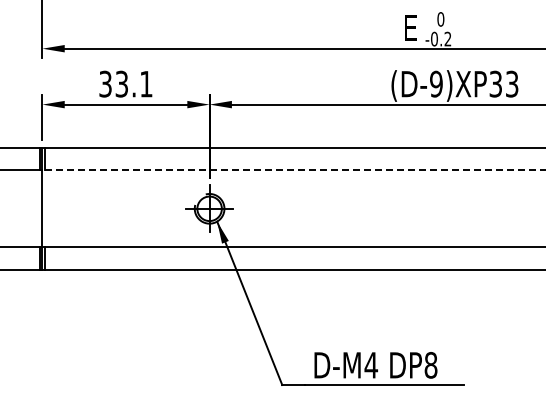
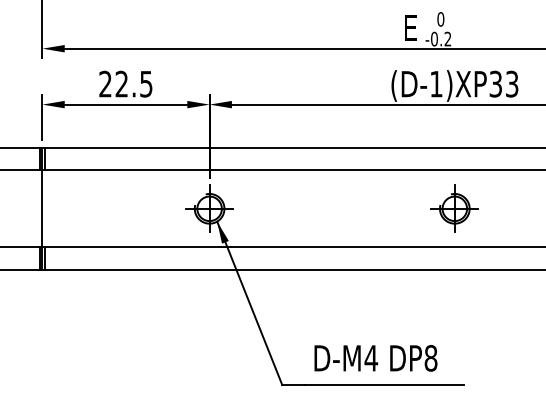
text at (436, 83): (D-9)XP33 -> (D-1)XP33
text at (125, 84): 33.1 -> 22.5
line at (293, 170): dashed -> solid
part at (454, 208): none -> present
text at (375, 365) position: (375, 365) -> (375, 358)
